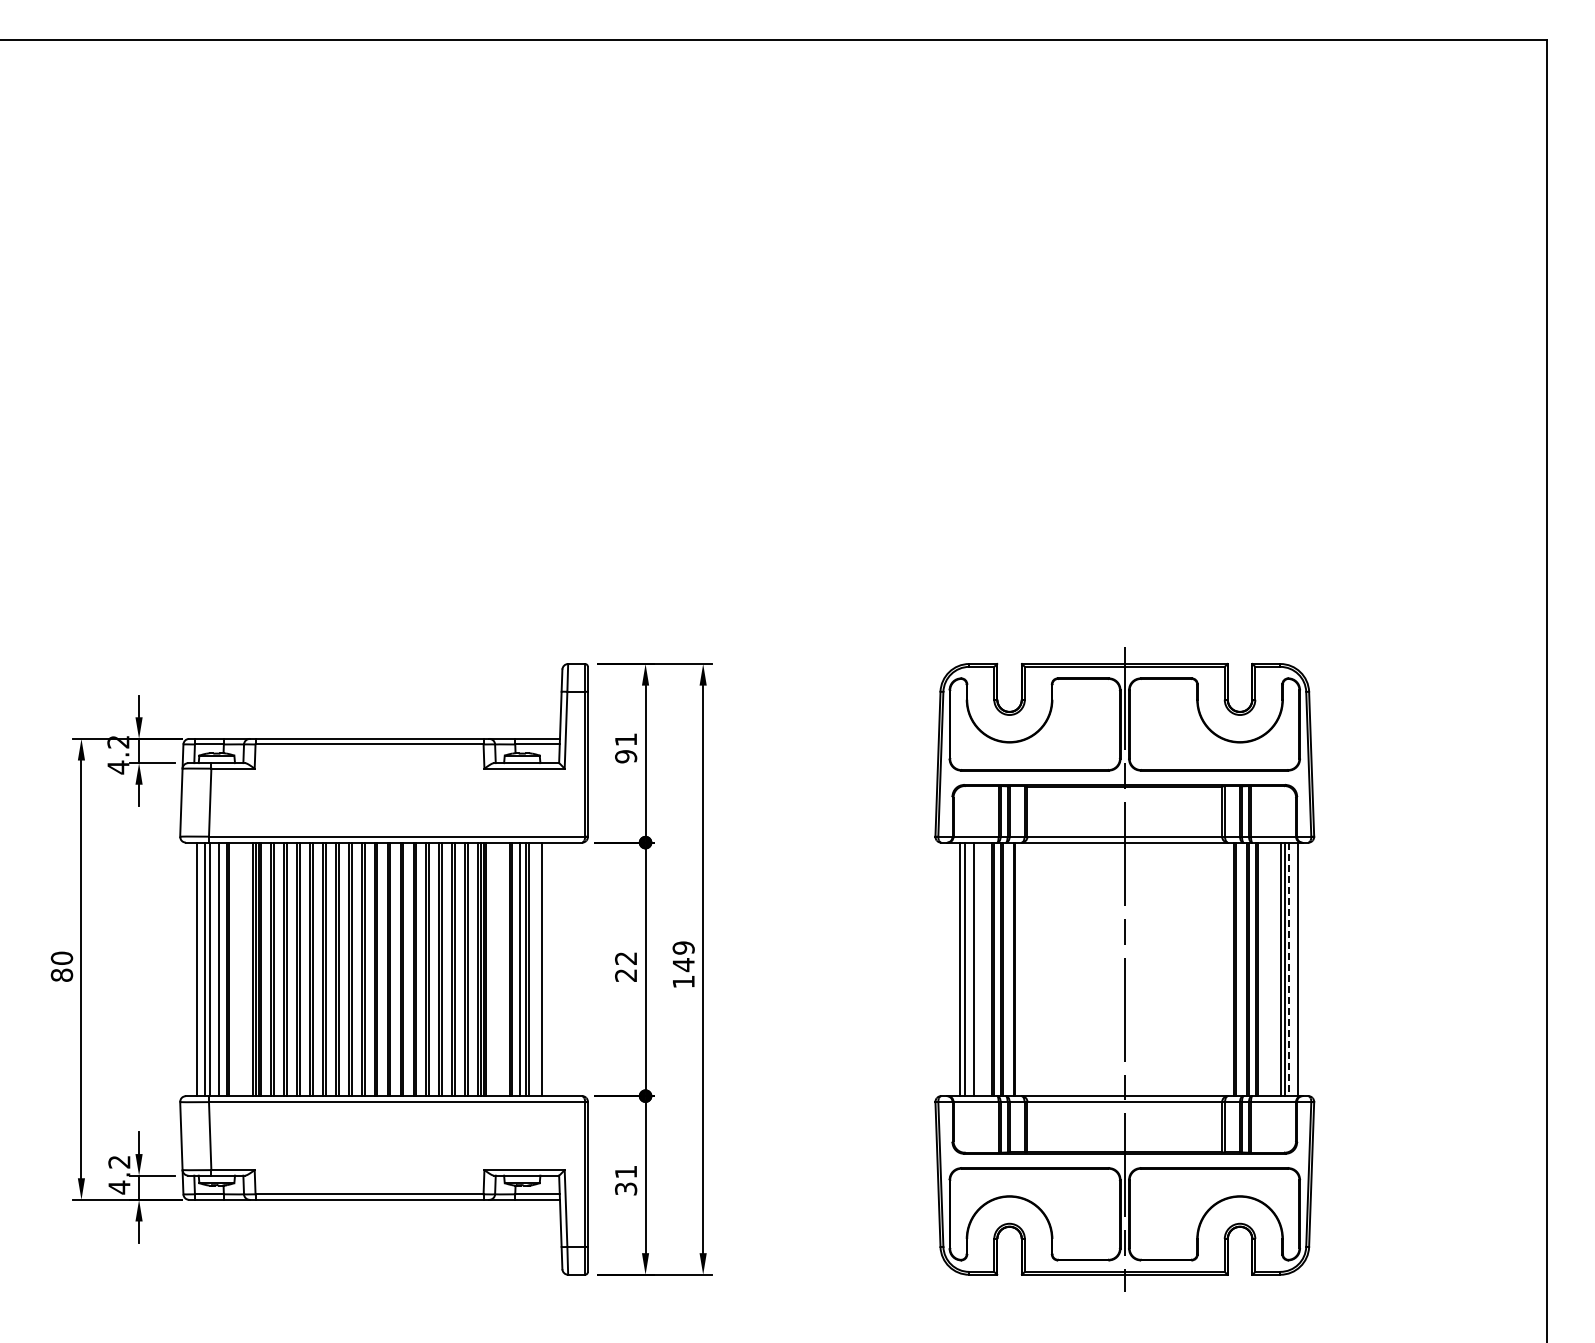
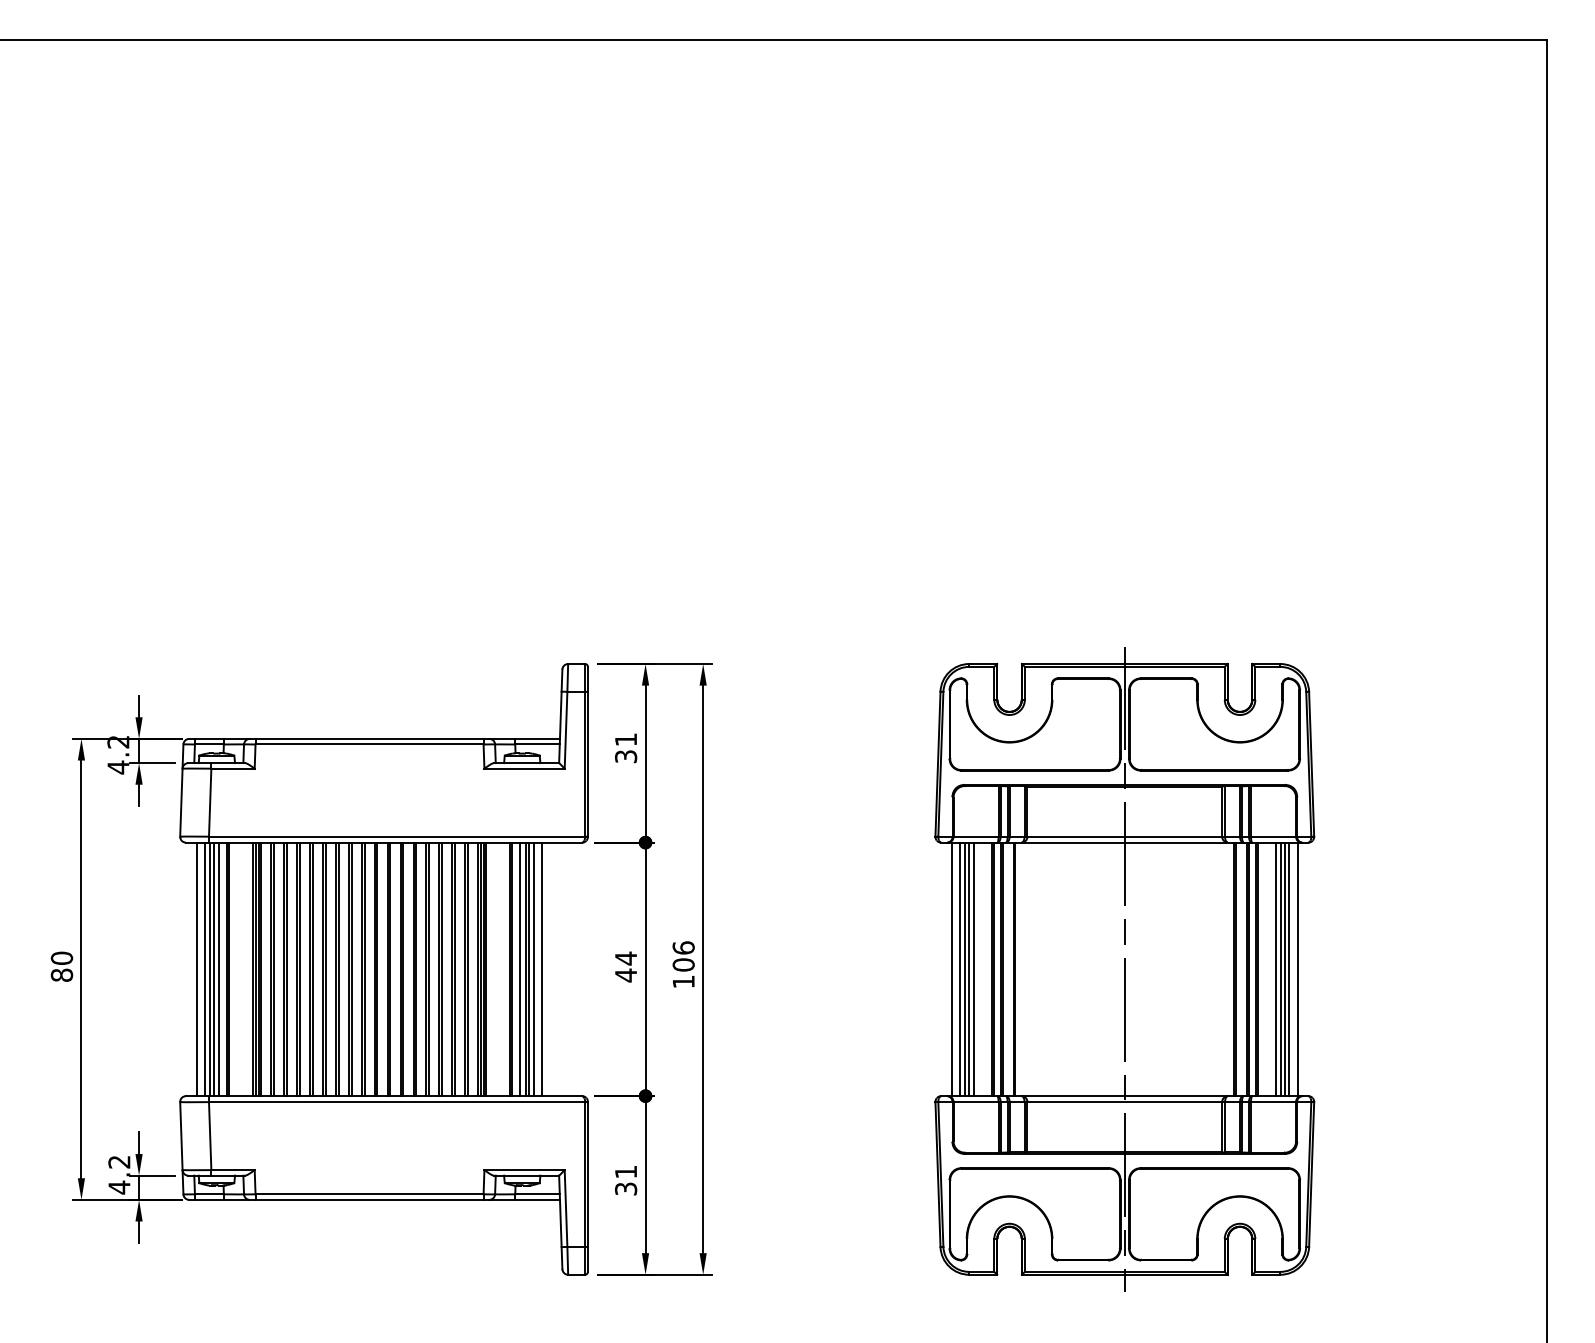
text at (626, 756): 91 -> 31
text at (683, 956): 149 -> 106
text at (625, 966): 22 -> 44
line at (213, 969): none -> present
line at (533, 969): none -> present
line at (951, 969): none -> present
line at (968, 969): none -> present
line at (1275, 969): none -> present
line at (1289, 969): dashed -> solid
